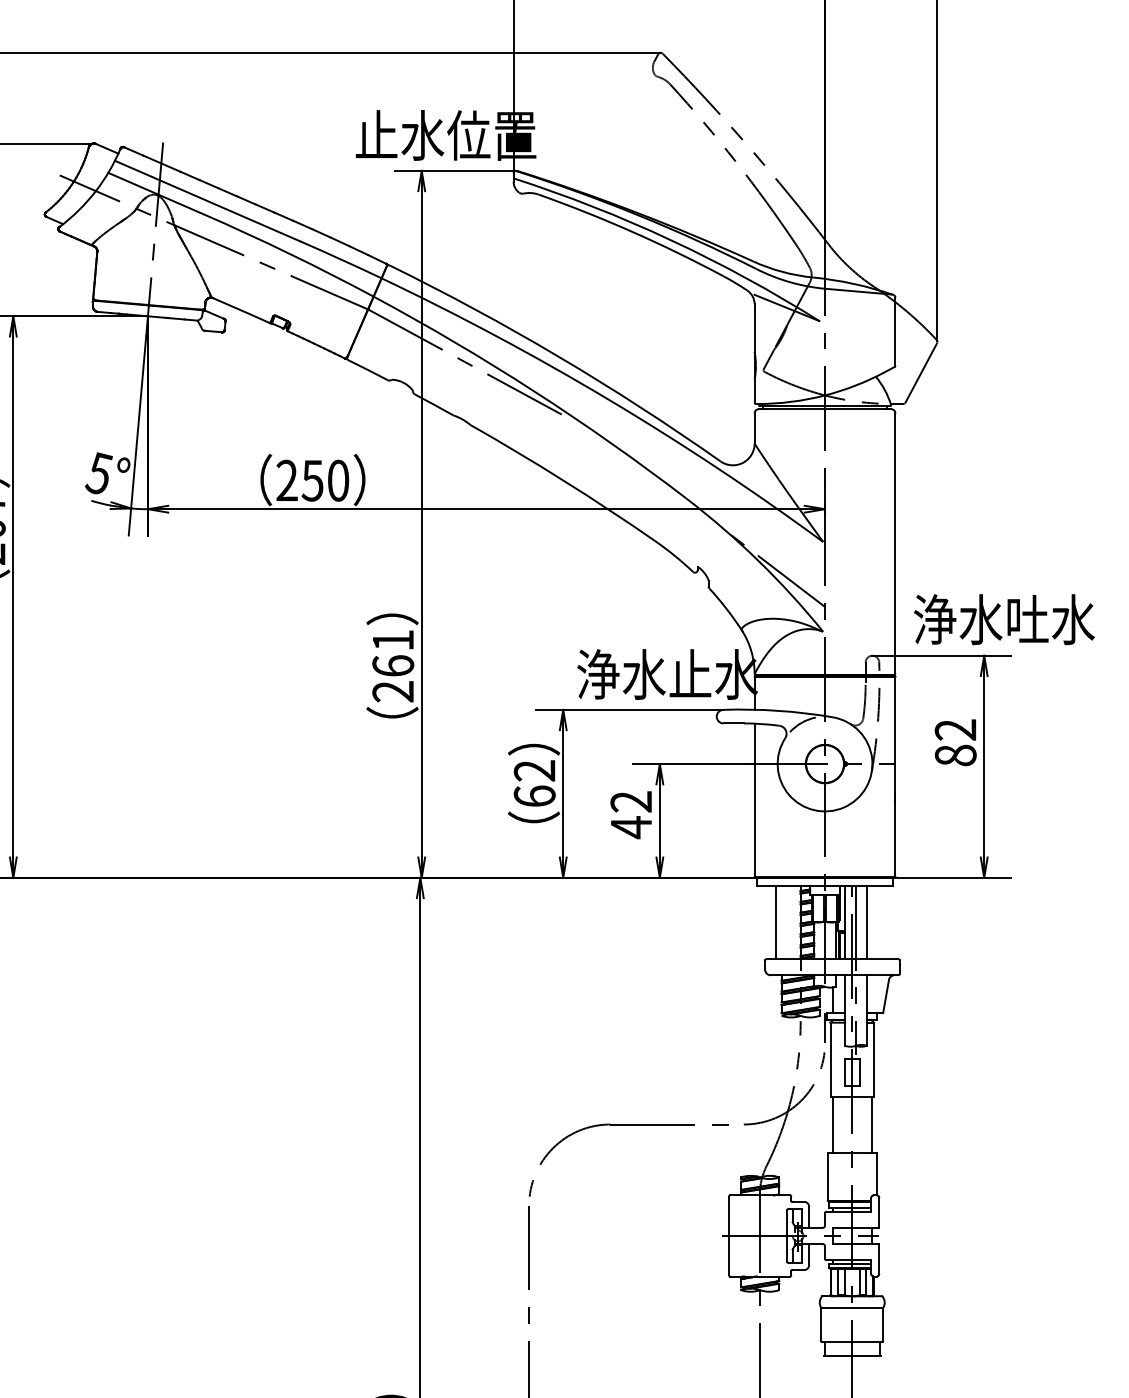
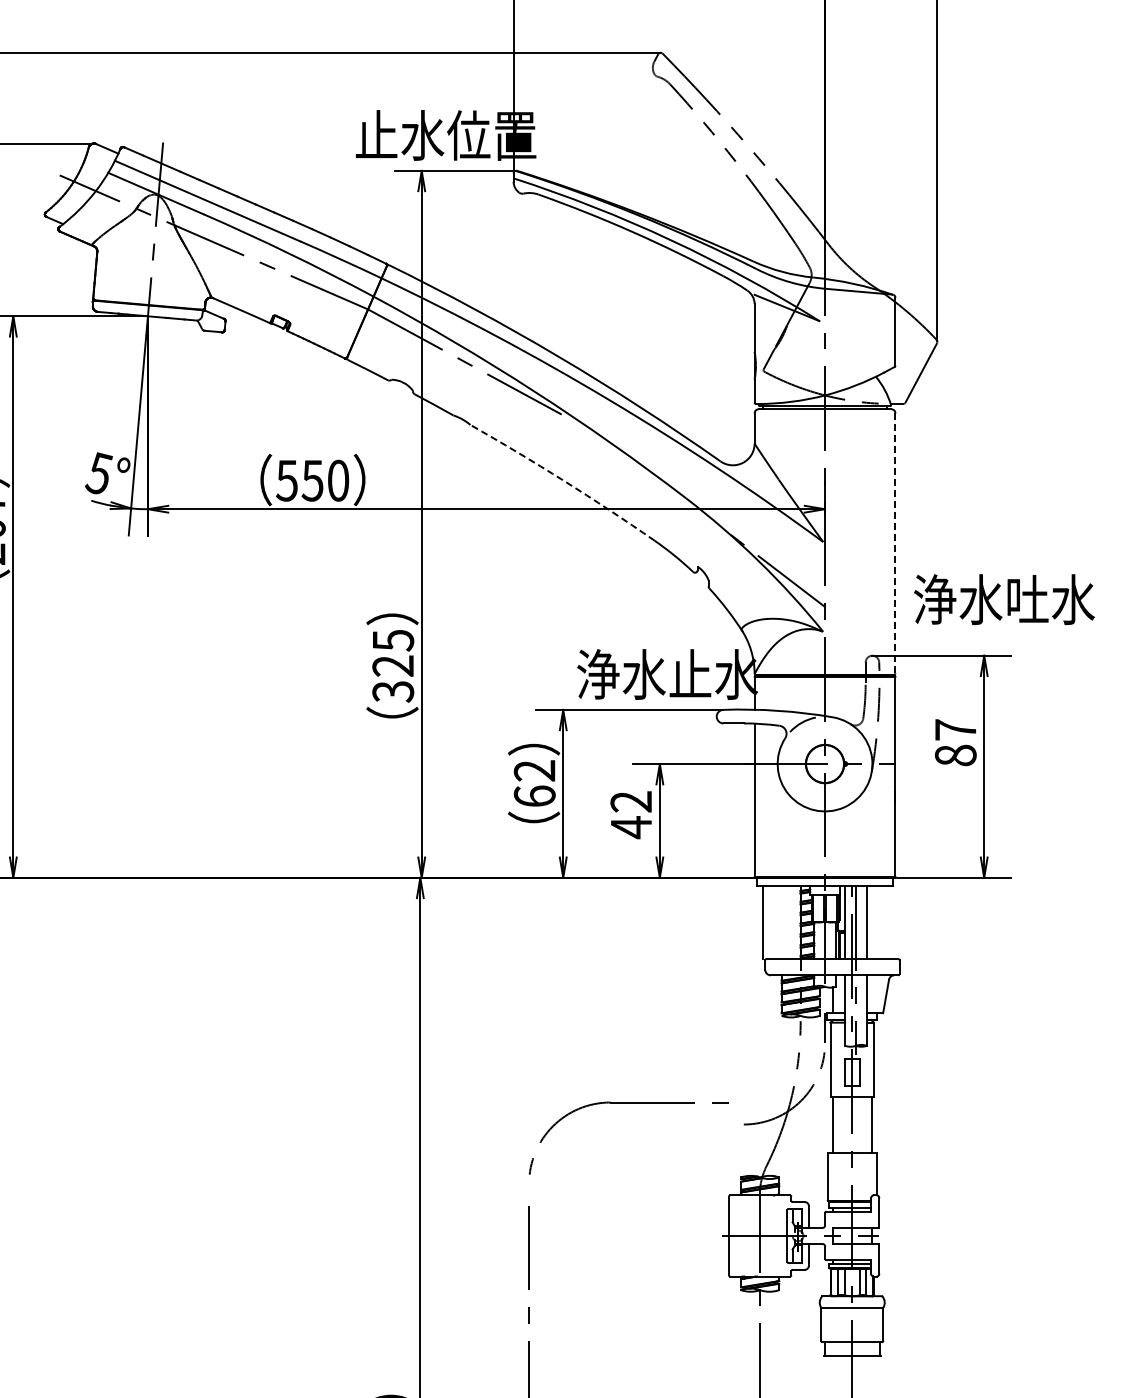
text at (286, 480): 250 -> 550
arc at (563, 480): solid -> dashed
line at (895, 543): solid -> dashed
text at (1004, 619) position: (1004, 619) -> (1004, 599)
text at (393, 666): 261 -> 325
text at (955, 729): 82 -> 87
line at (776, 922) position: (776, 922) -> (763, 922)
part at (628, 1125) position: (628, 1125) -> (628, 1103)
